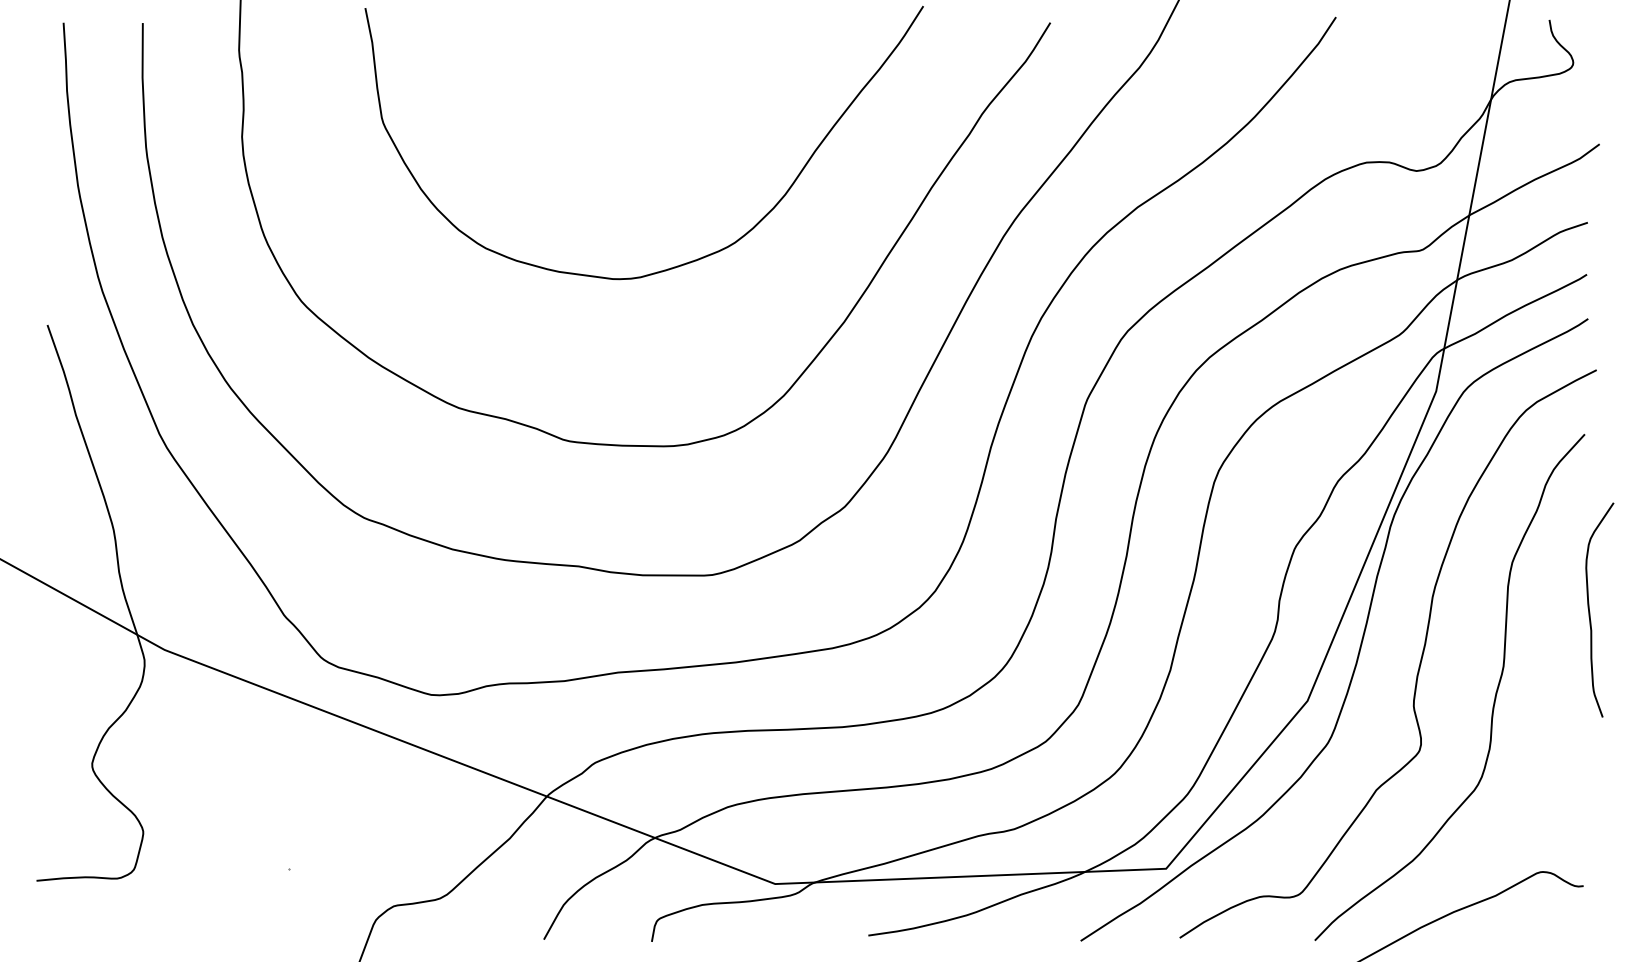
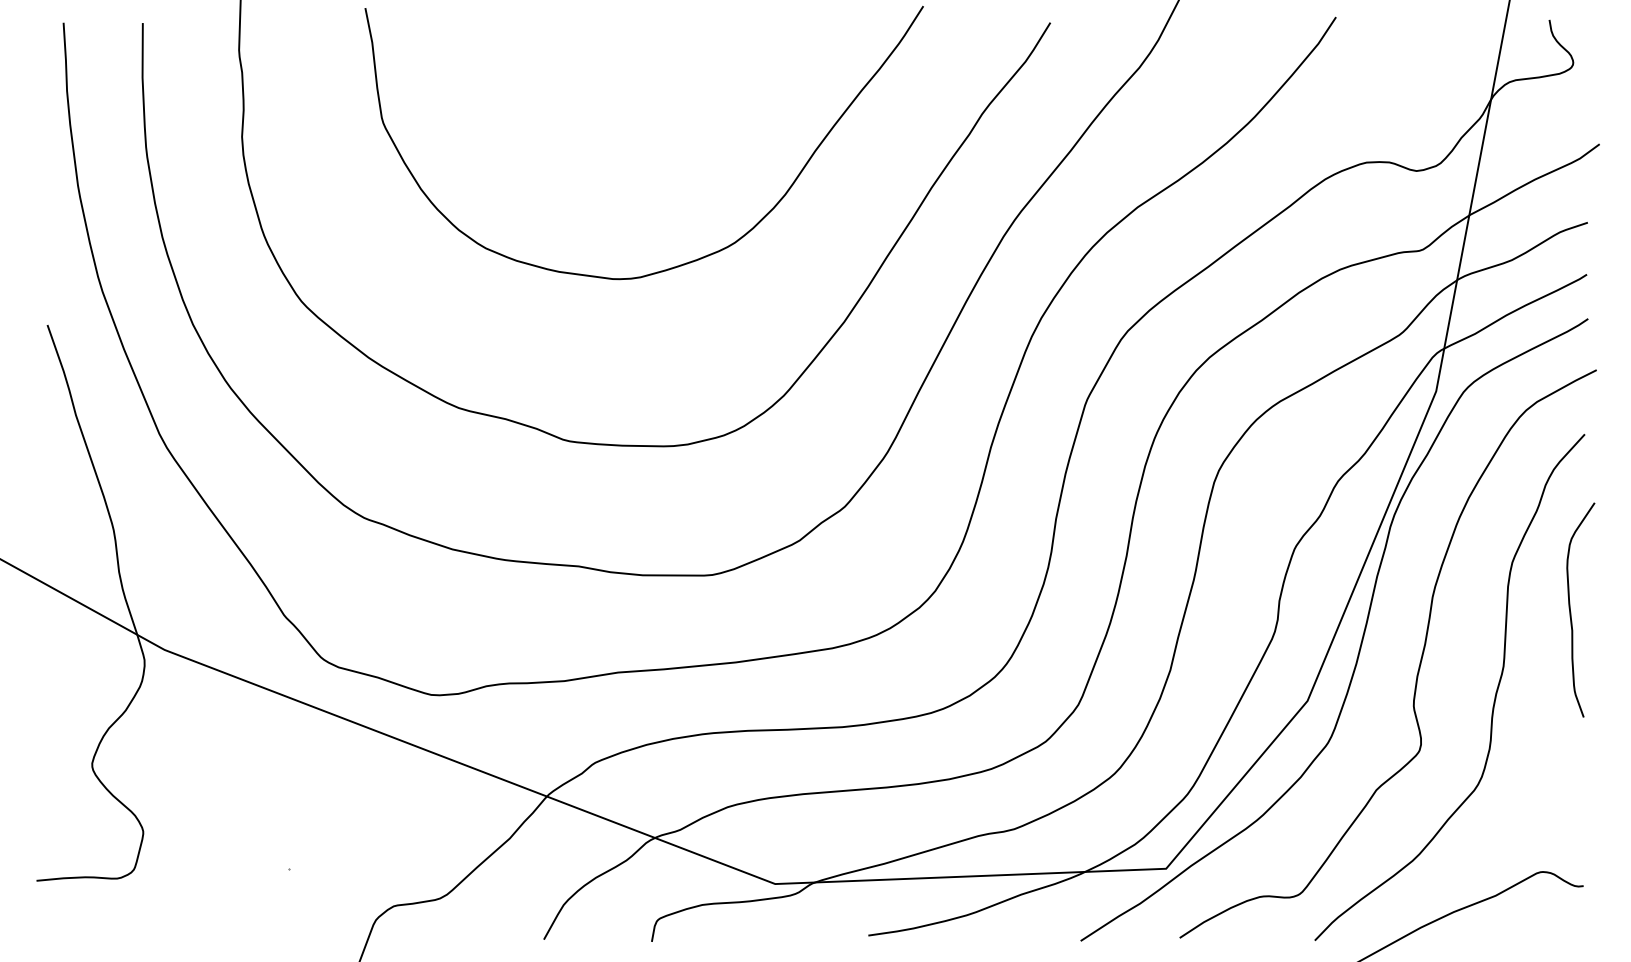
curve at (1590, 612) position: (1590, 612) -> (1571, 612)
